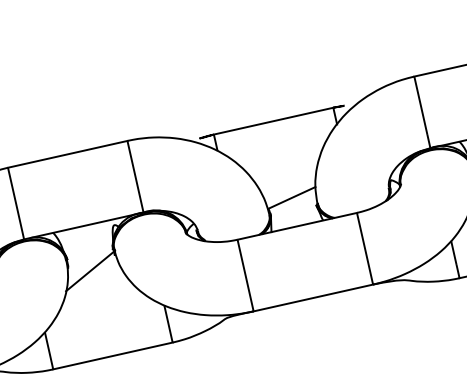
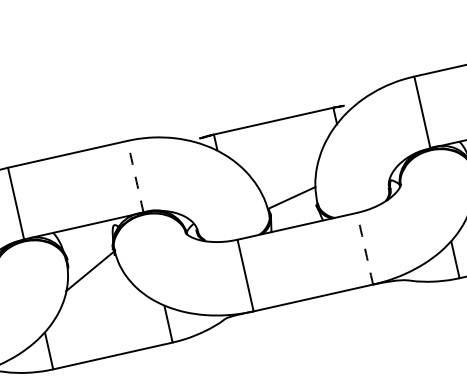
arc at (135, 176): solid -> dashed
arc at (365, 248): solid -> dashed
